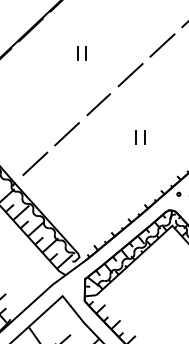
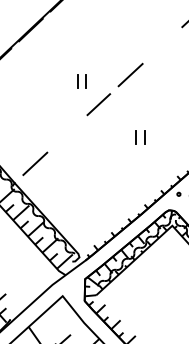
line at (162, 45): present -> none
part at (81, 53) position: (81, 53) -> (81, 81)
line at (66, 134): present -> none
